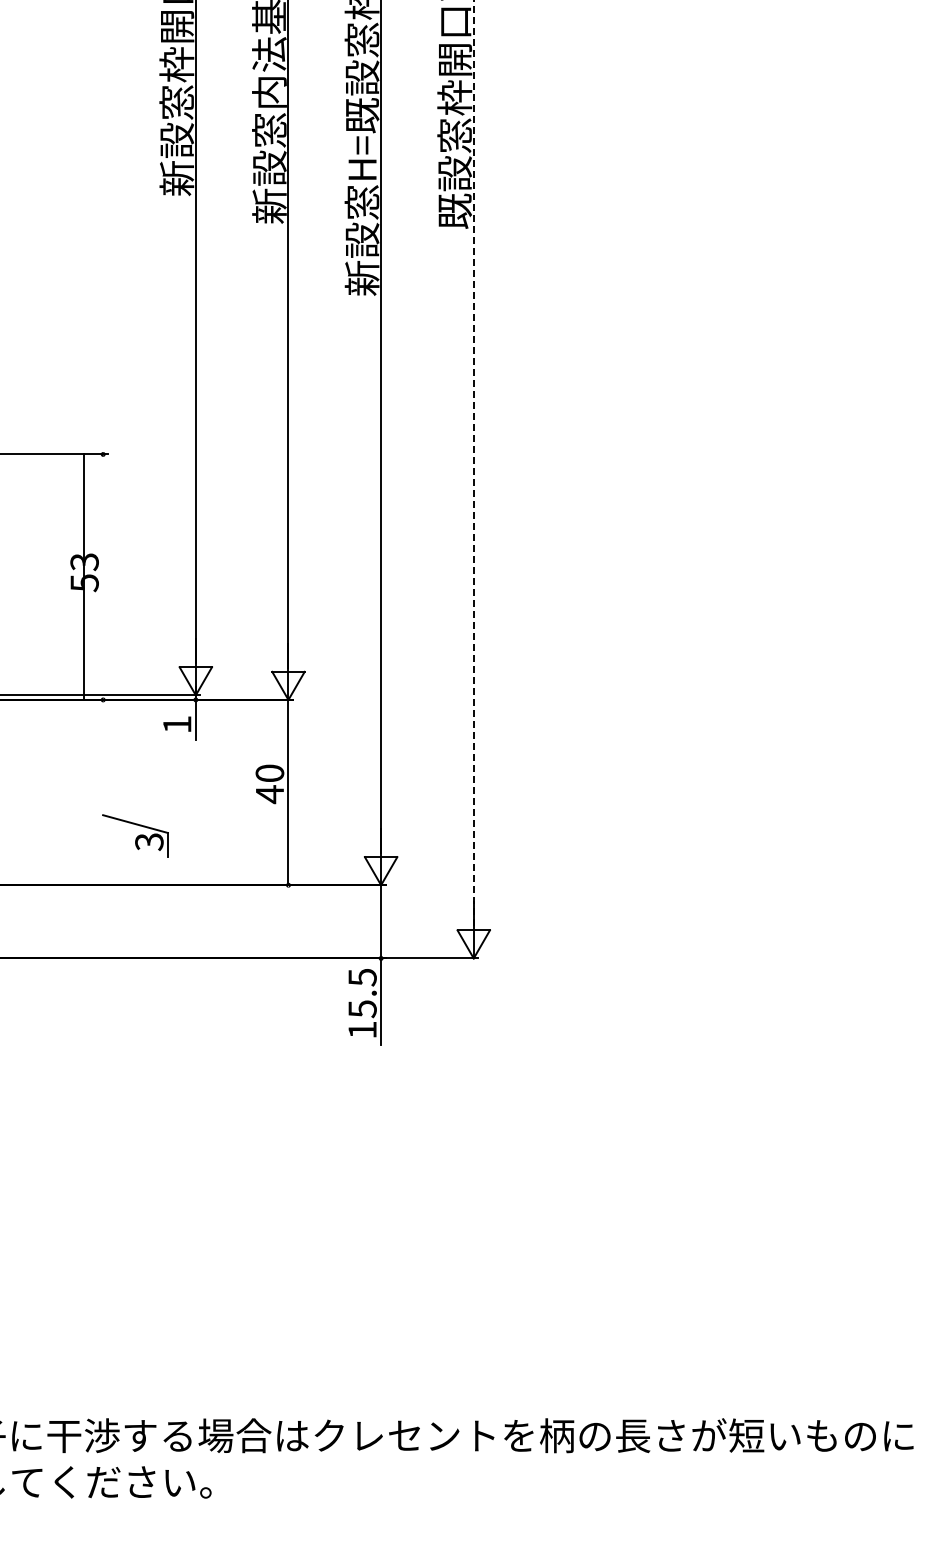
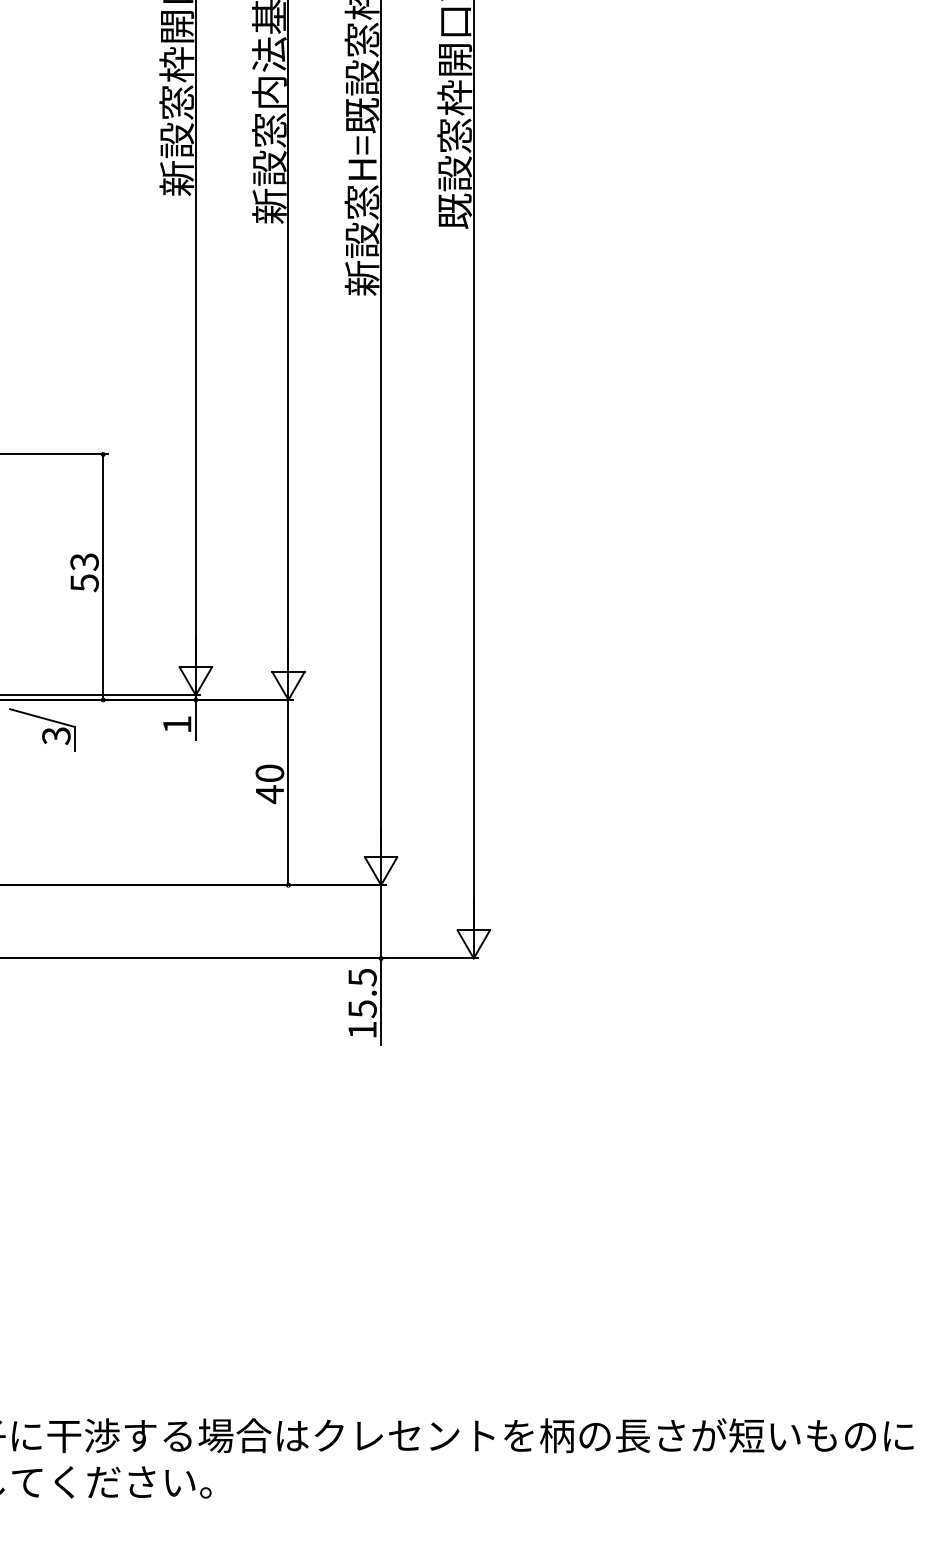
line at (473, 463): dashed -> solid
line at (84, 576) position: (84, 576) -> (103, 576)
part at (135, 835) position: (135, 835) -> (42, 729)
